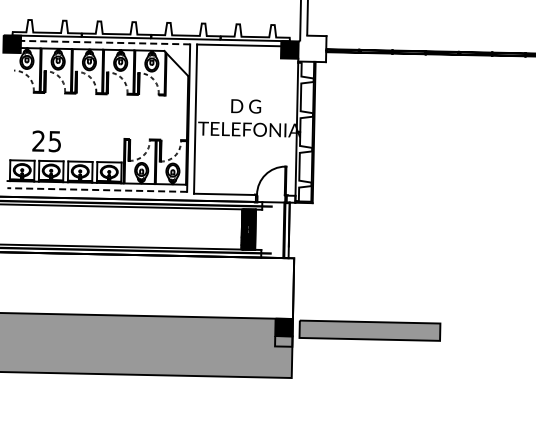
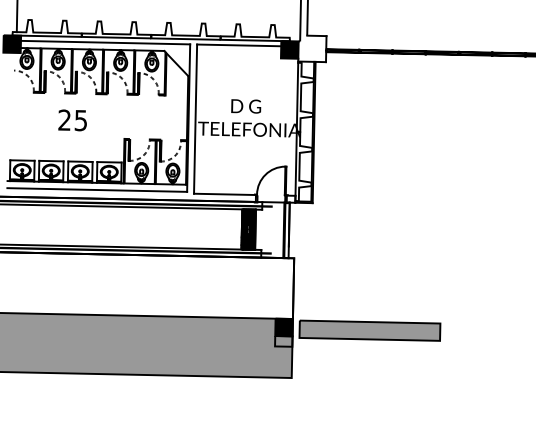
line at (16, 17): none -> present
line at (105, 42): dashed -> solid
text at (46, 141) position: (46, 141) -> (72, 120)
line at (97, 190): dashed -> solid
